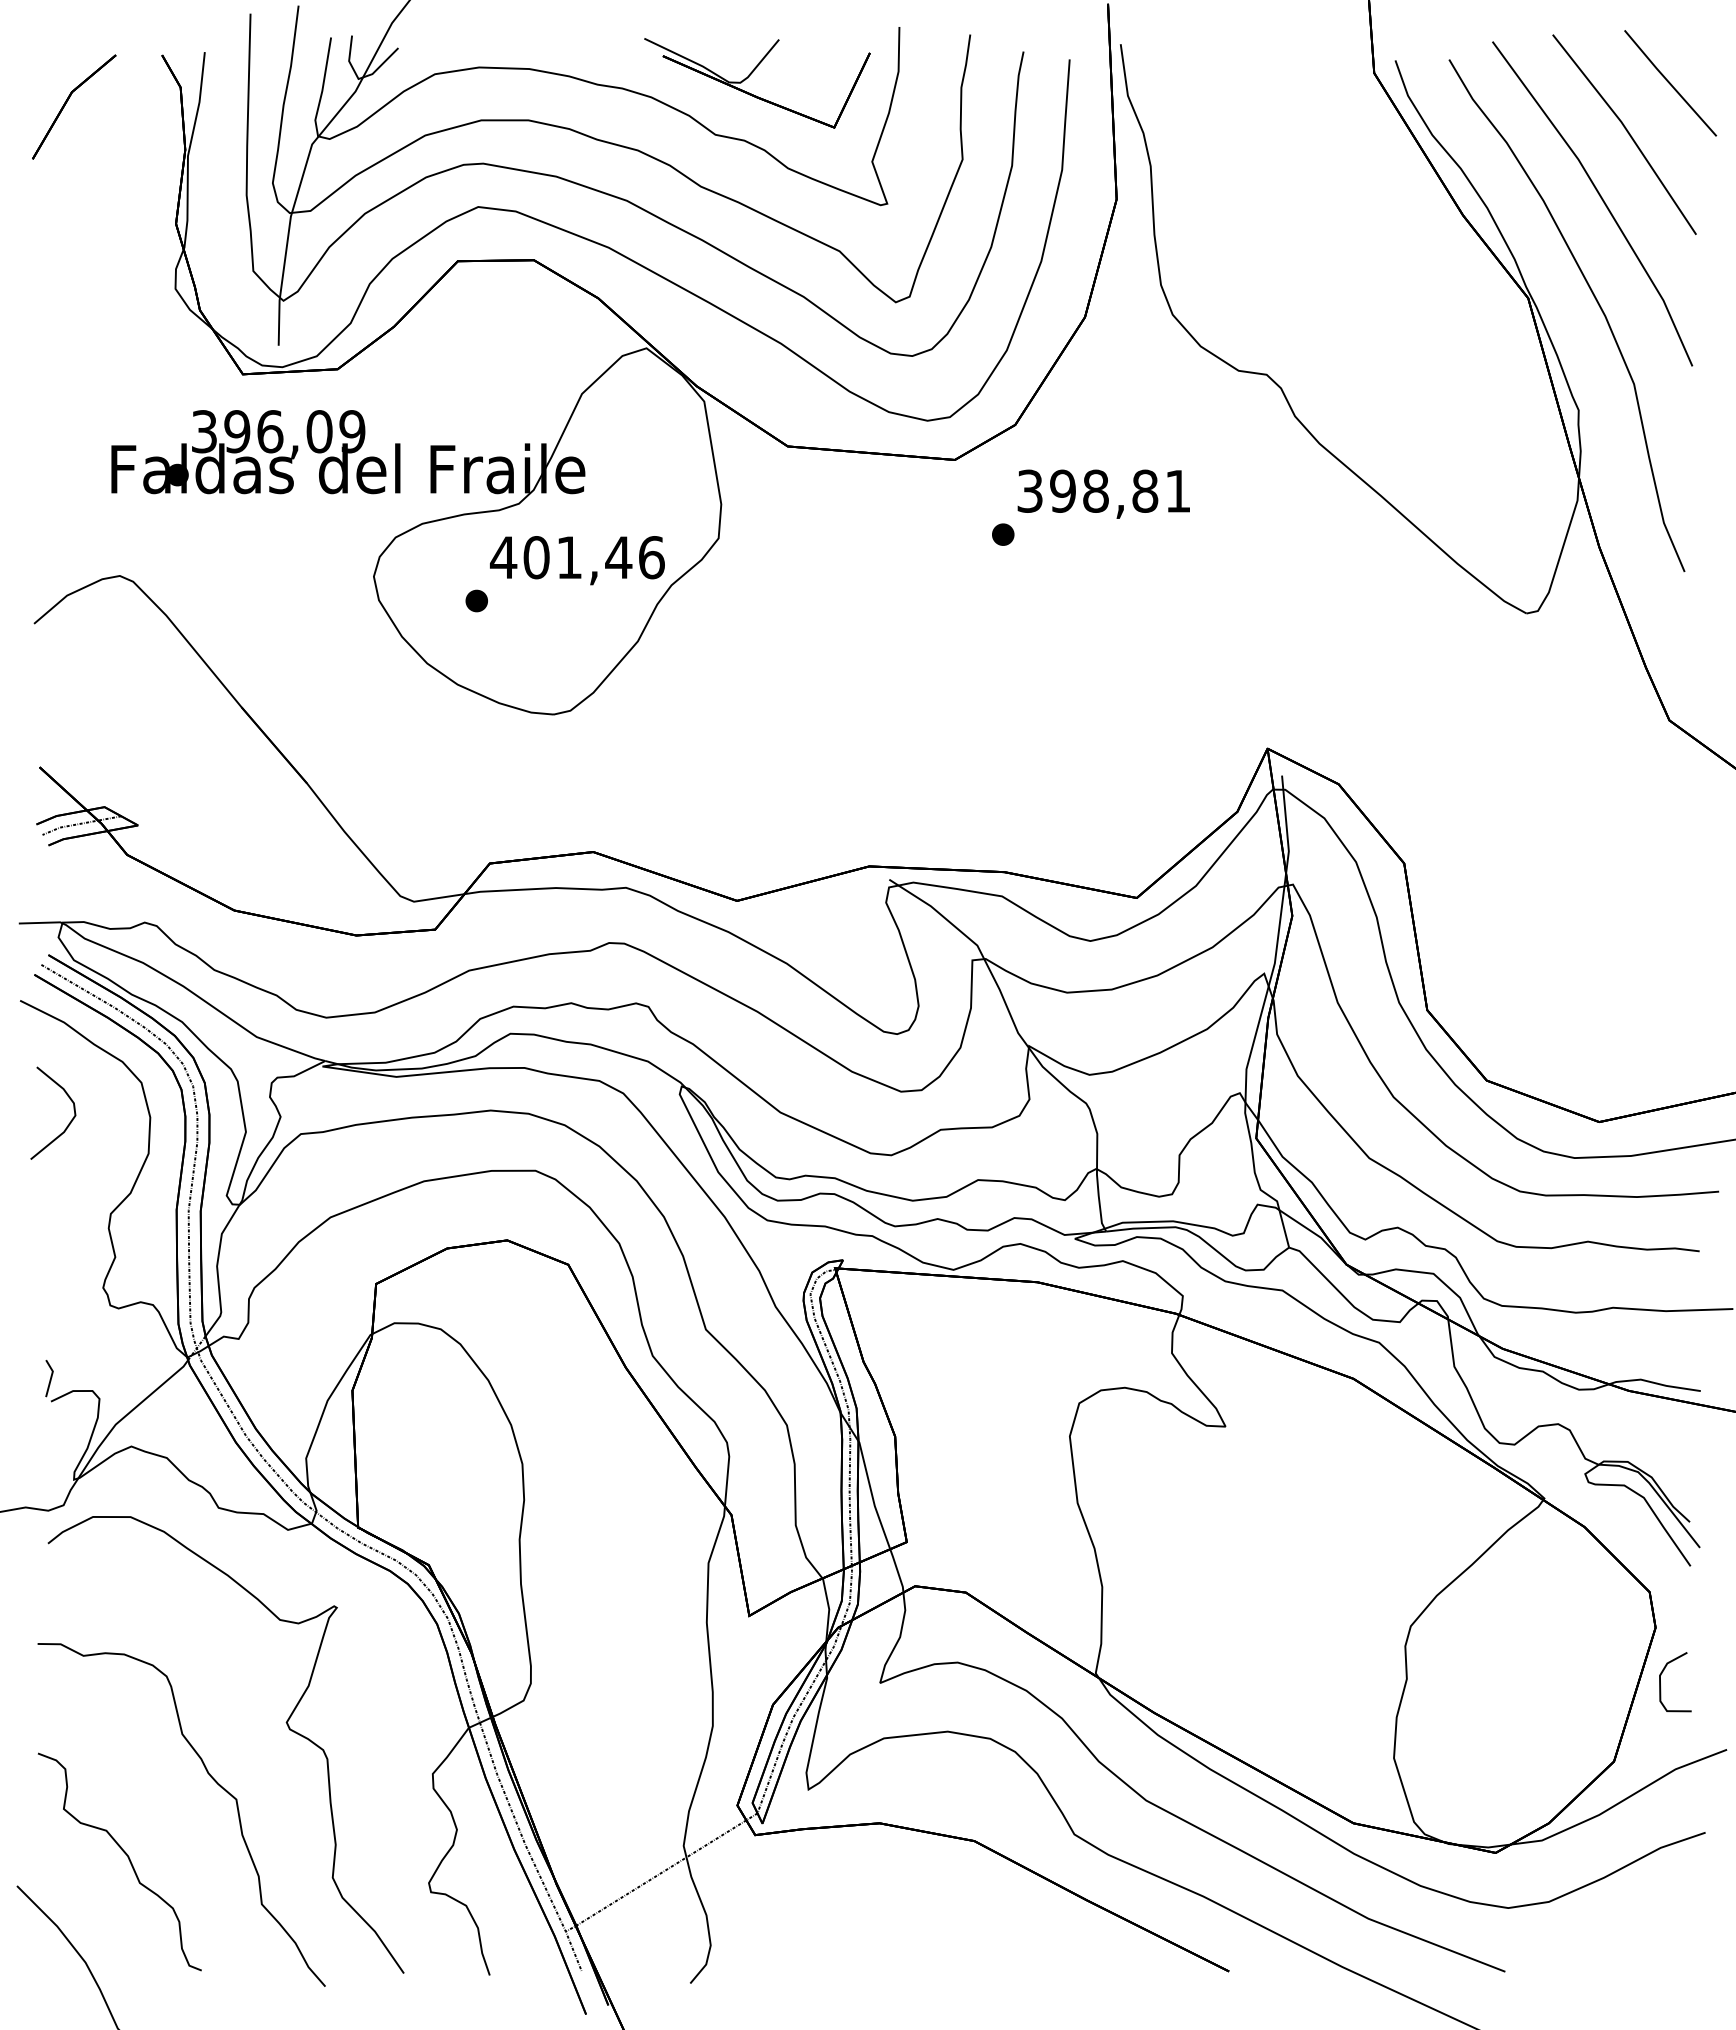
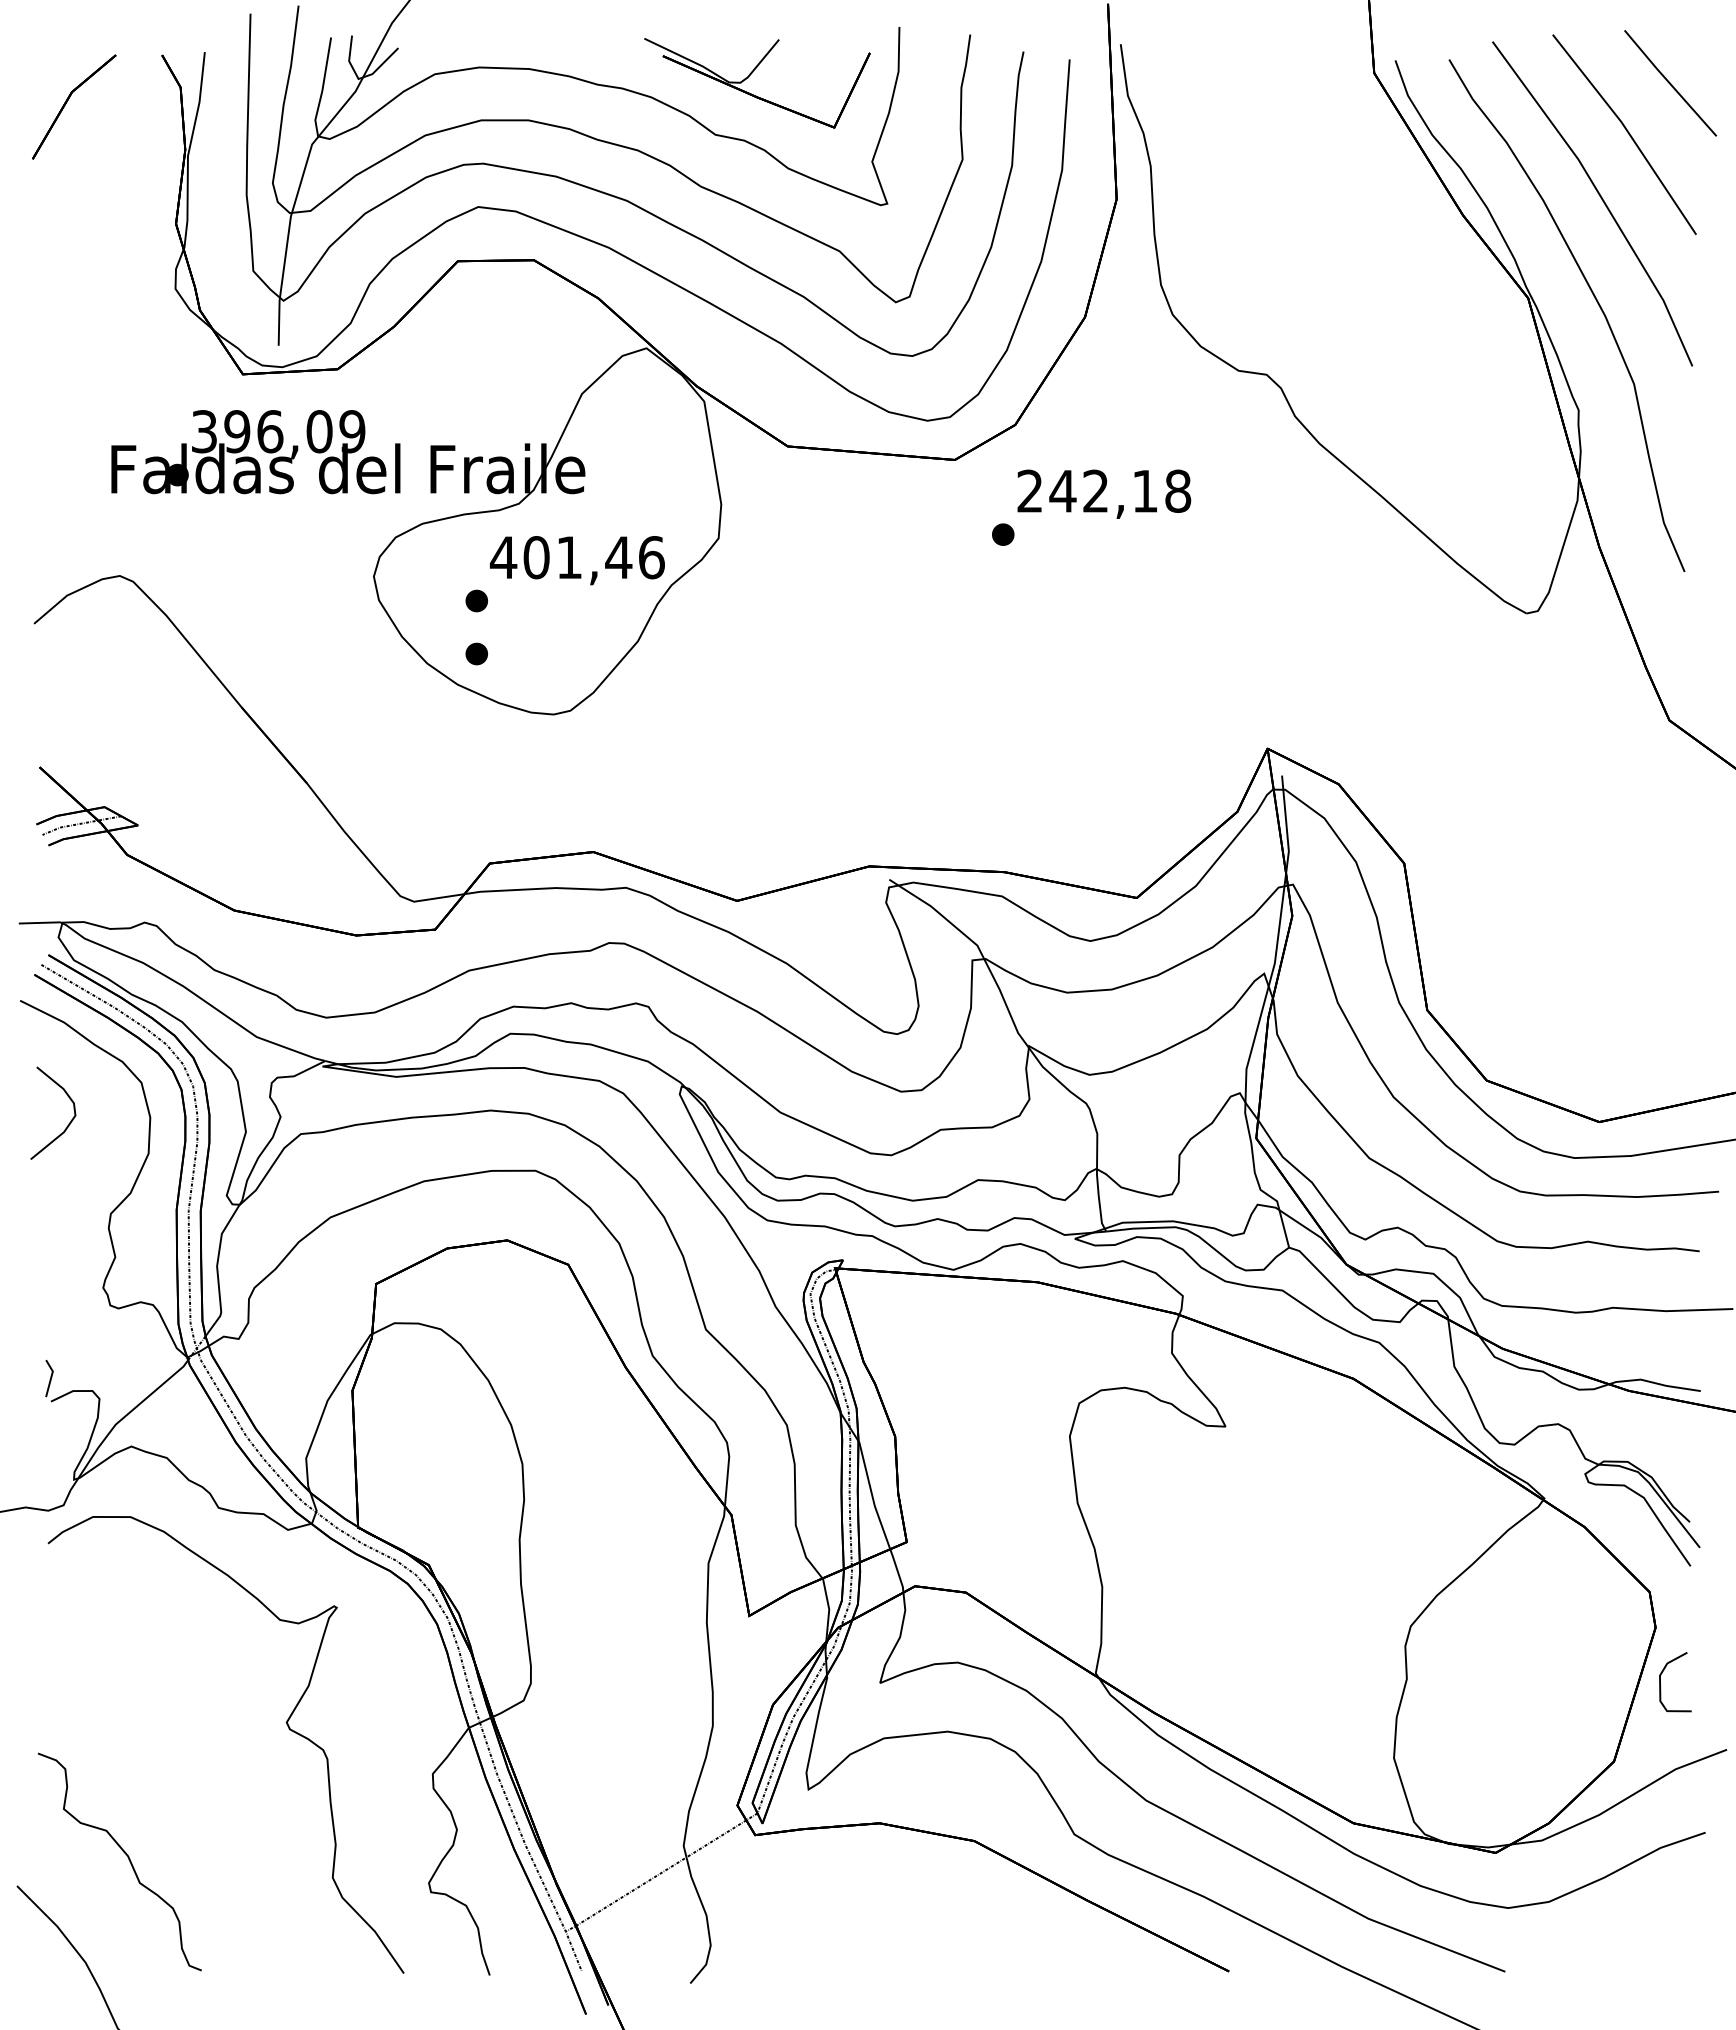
text at (1104, 490): 398,81 -> 242,18
part at (476, 653): none -> present
part at (214, 1781): present -> none
